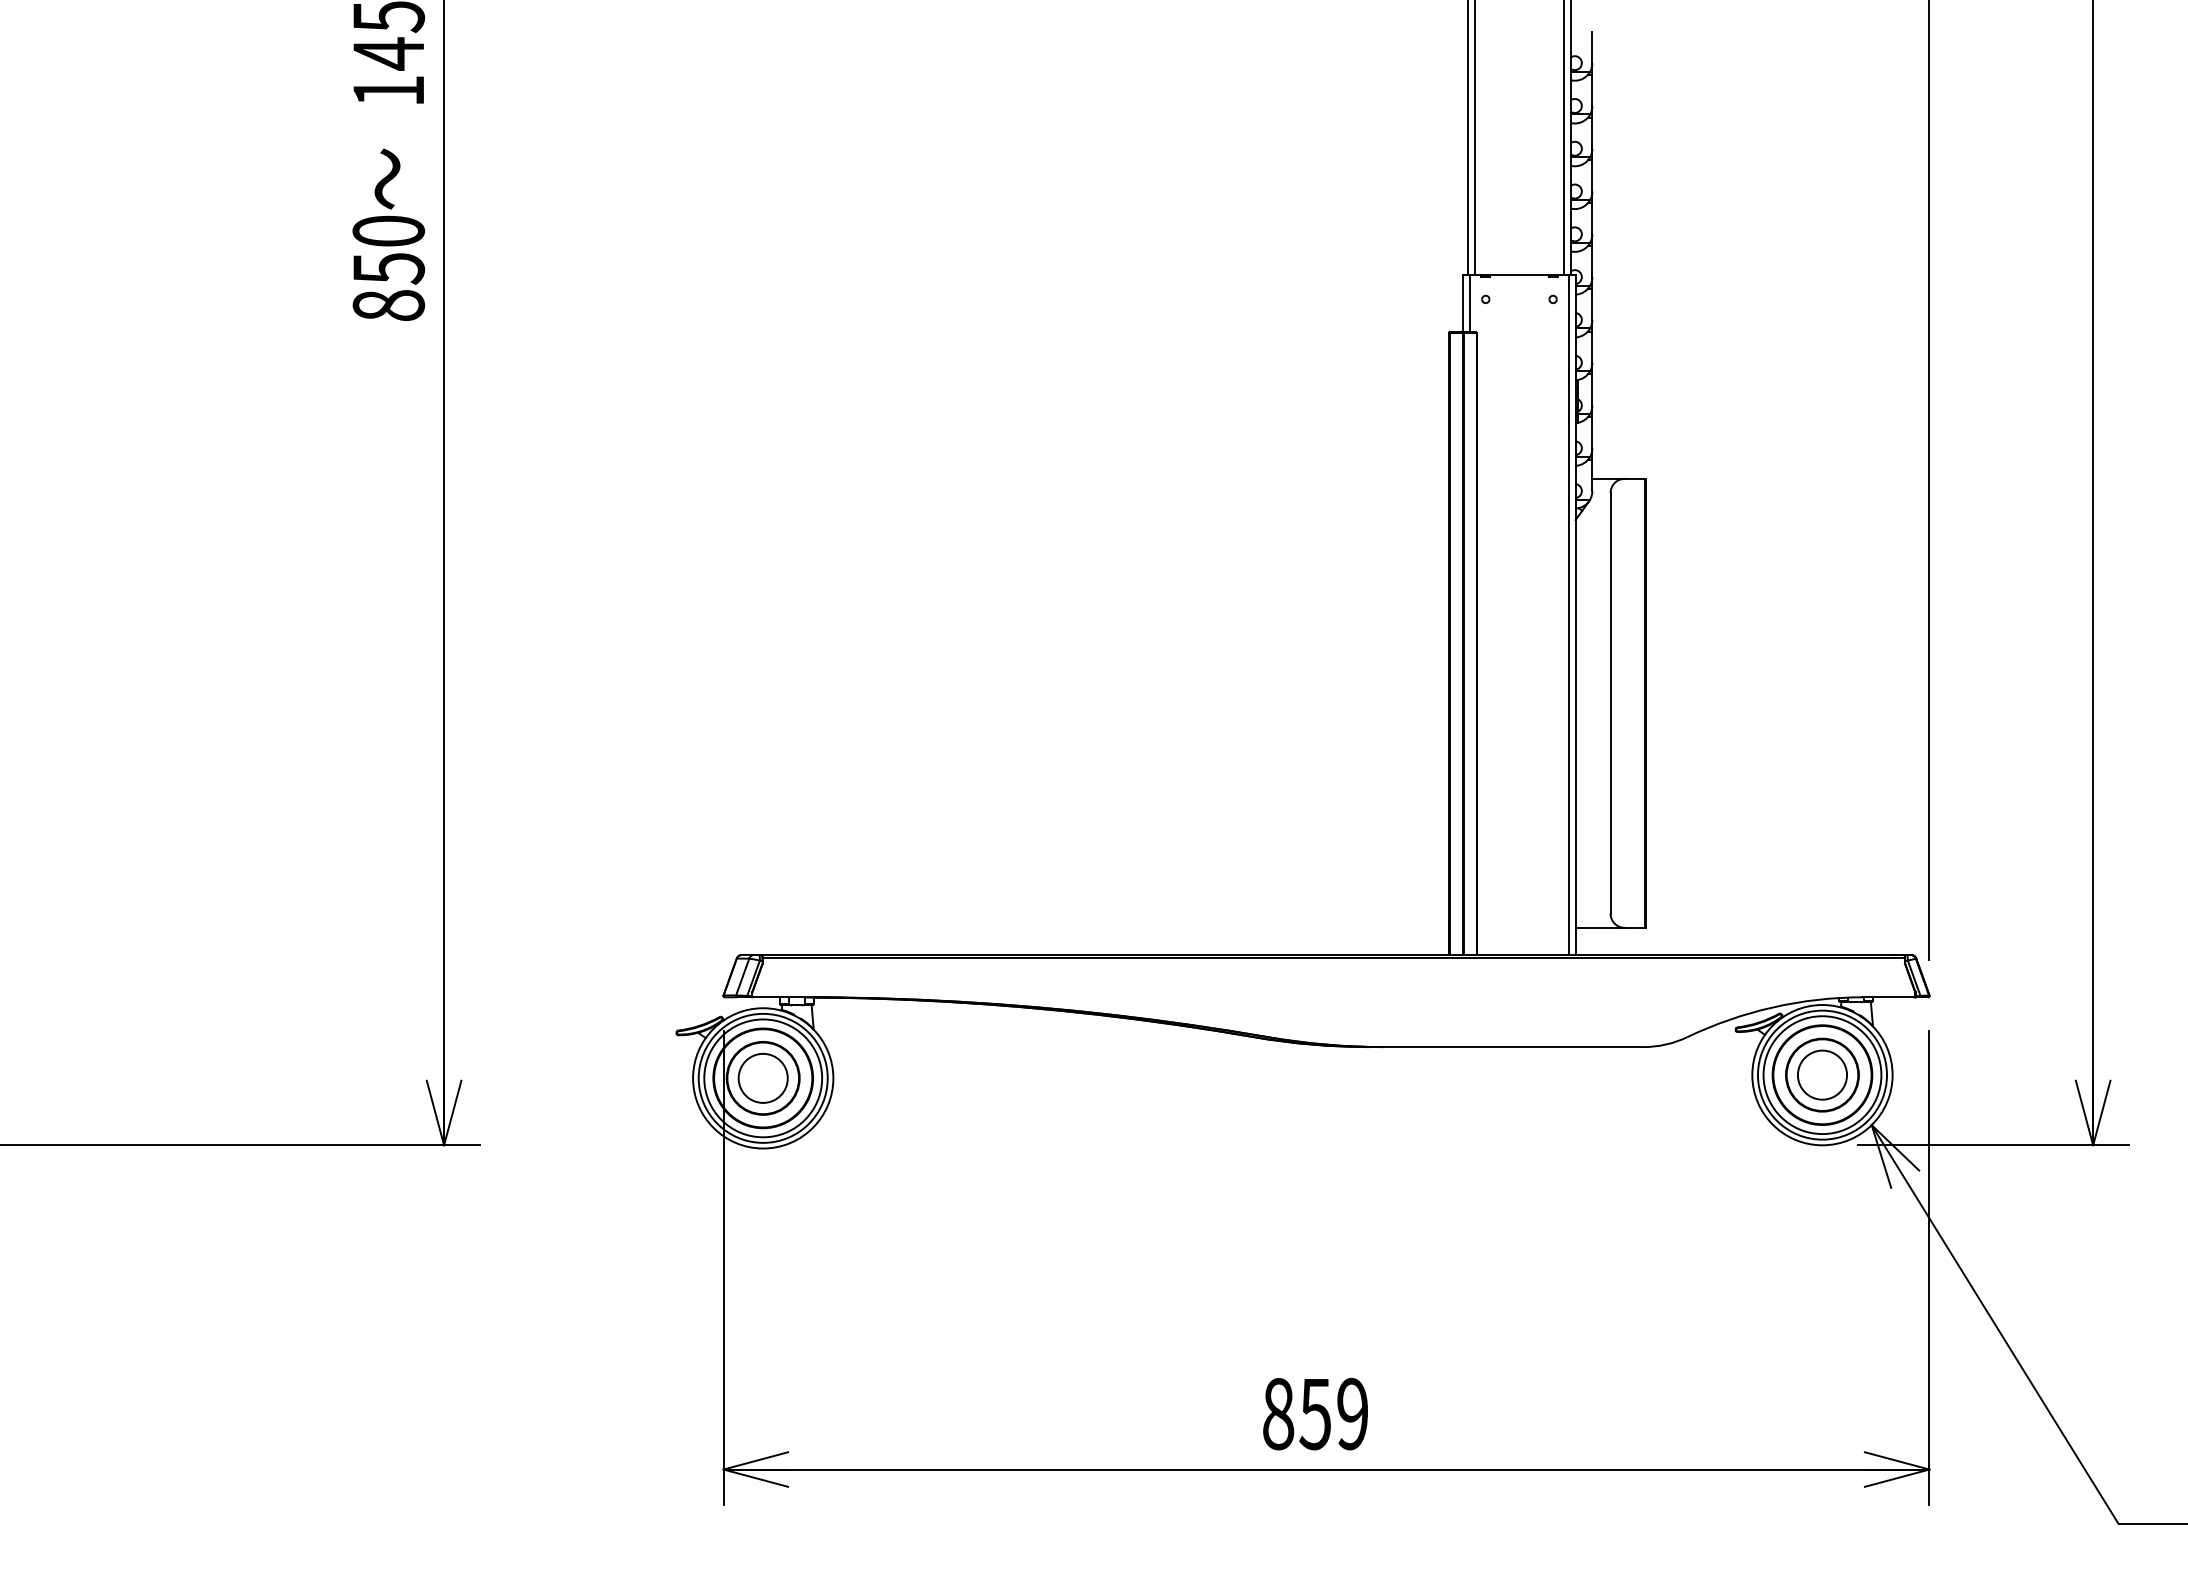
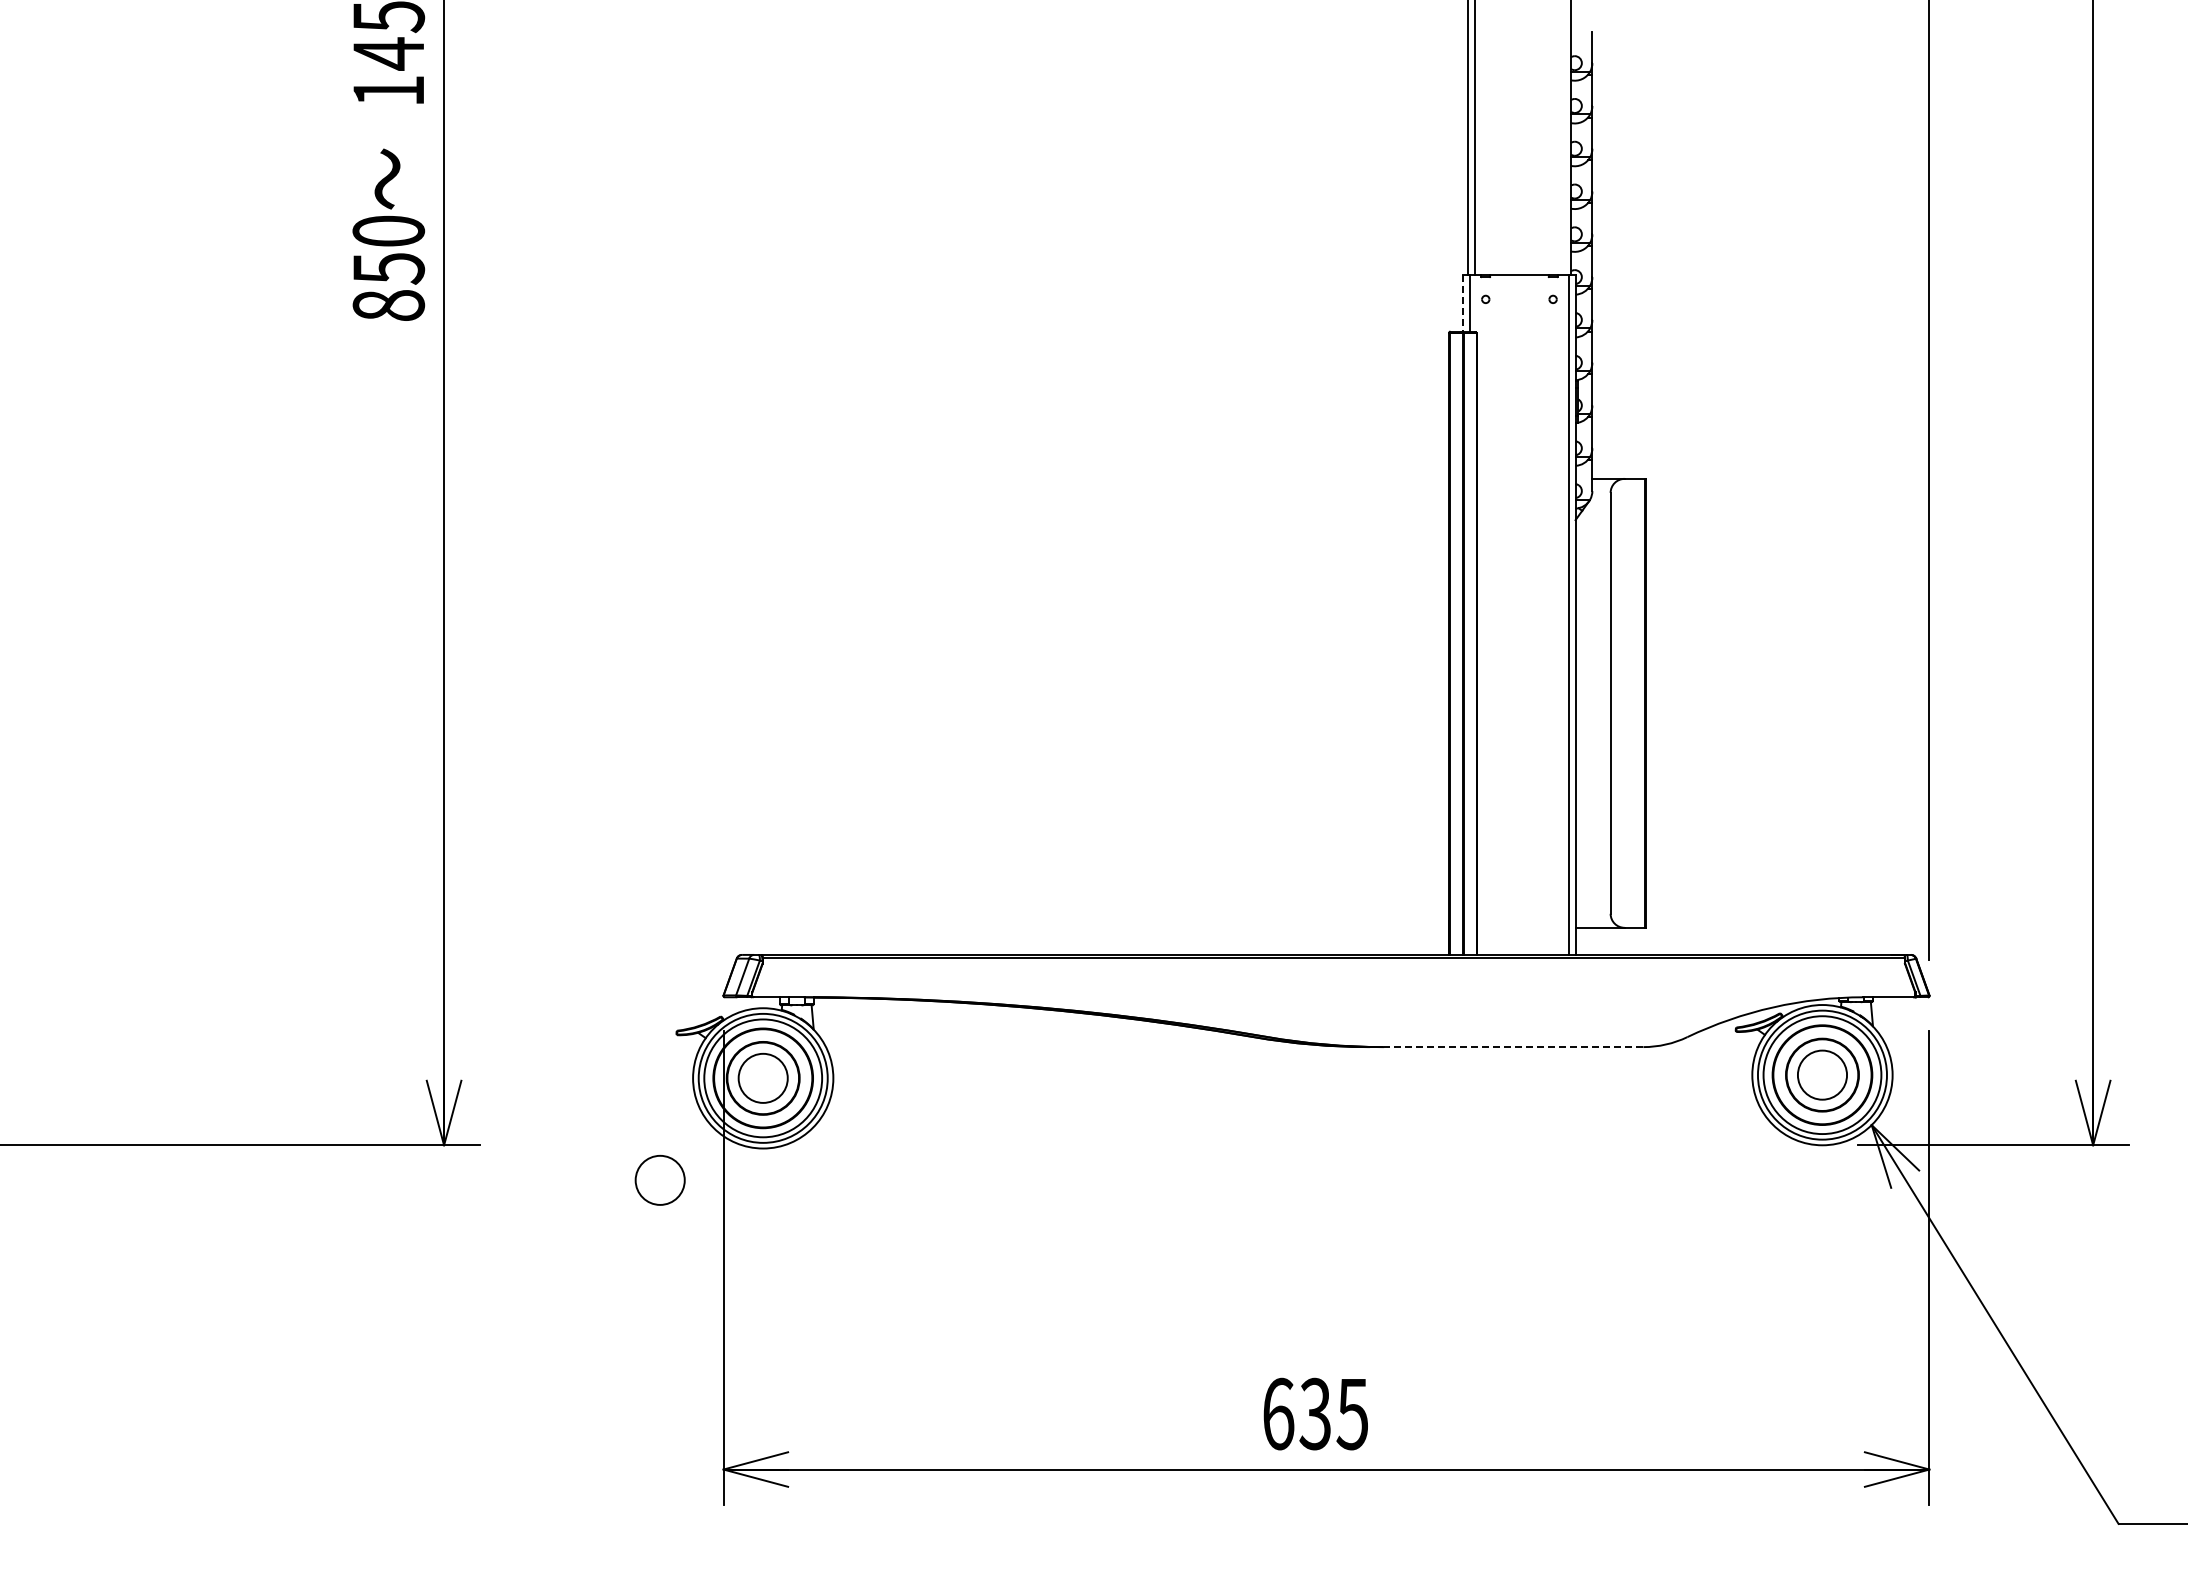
line at (1563, 138): present -> none
line at (1463, 303): solid -> dashed
line at (1513, 1047): solid -> dashed
circle at (659, 1179): none -> present
text at (1315, 1413): 859 -> 635
